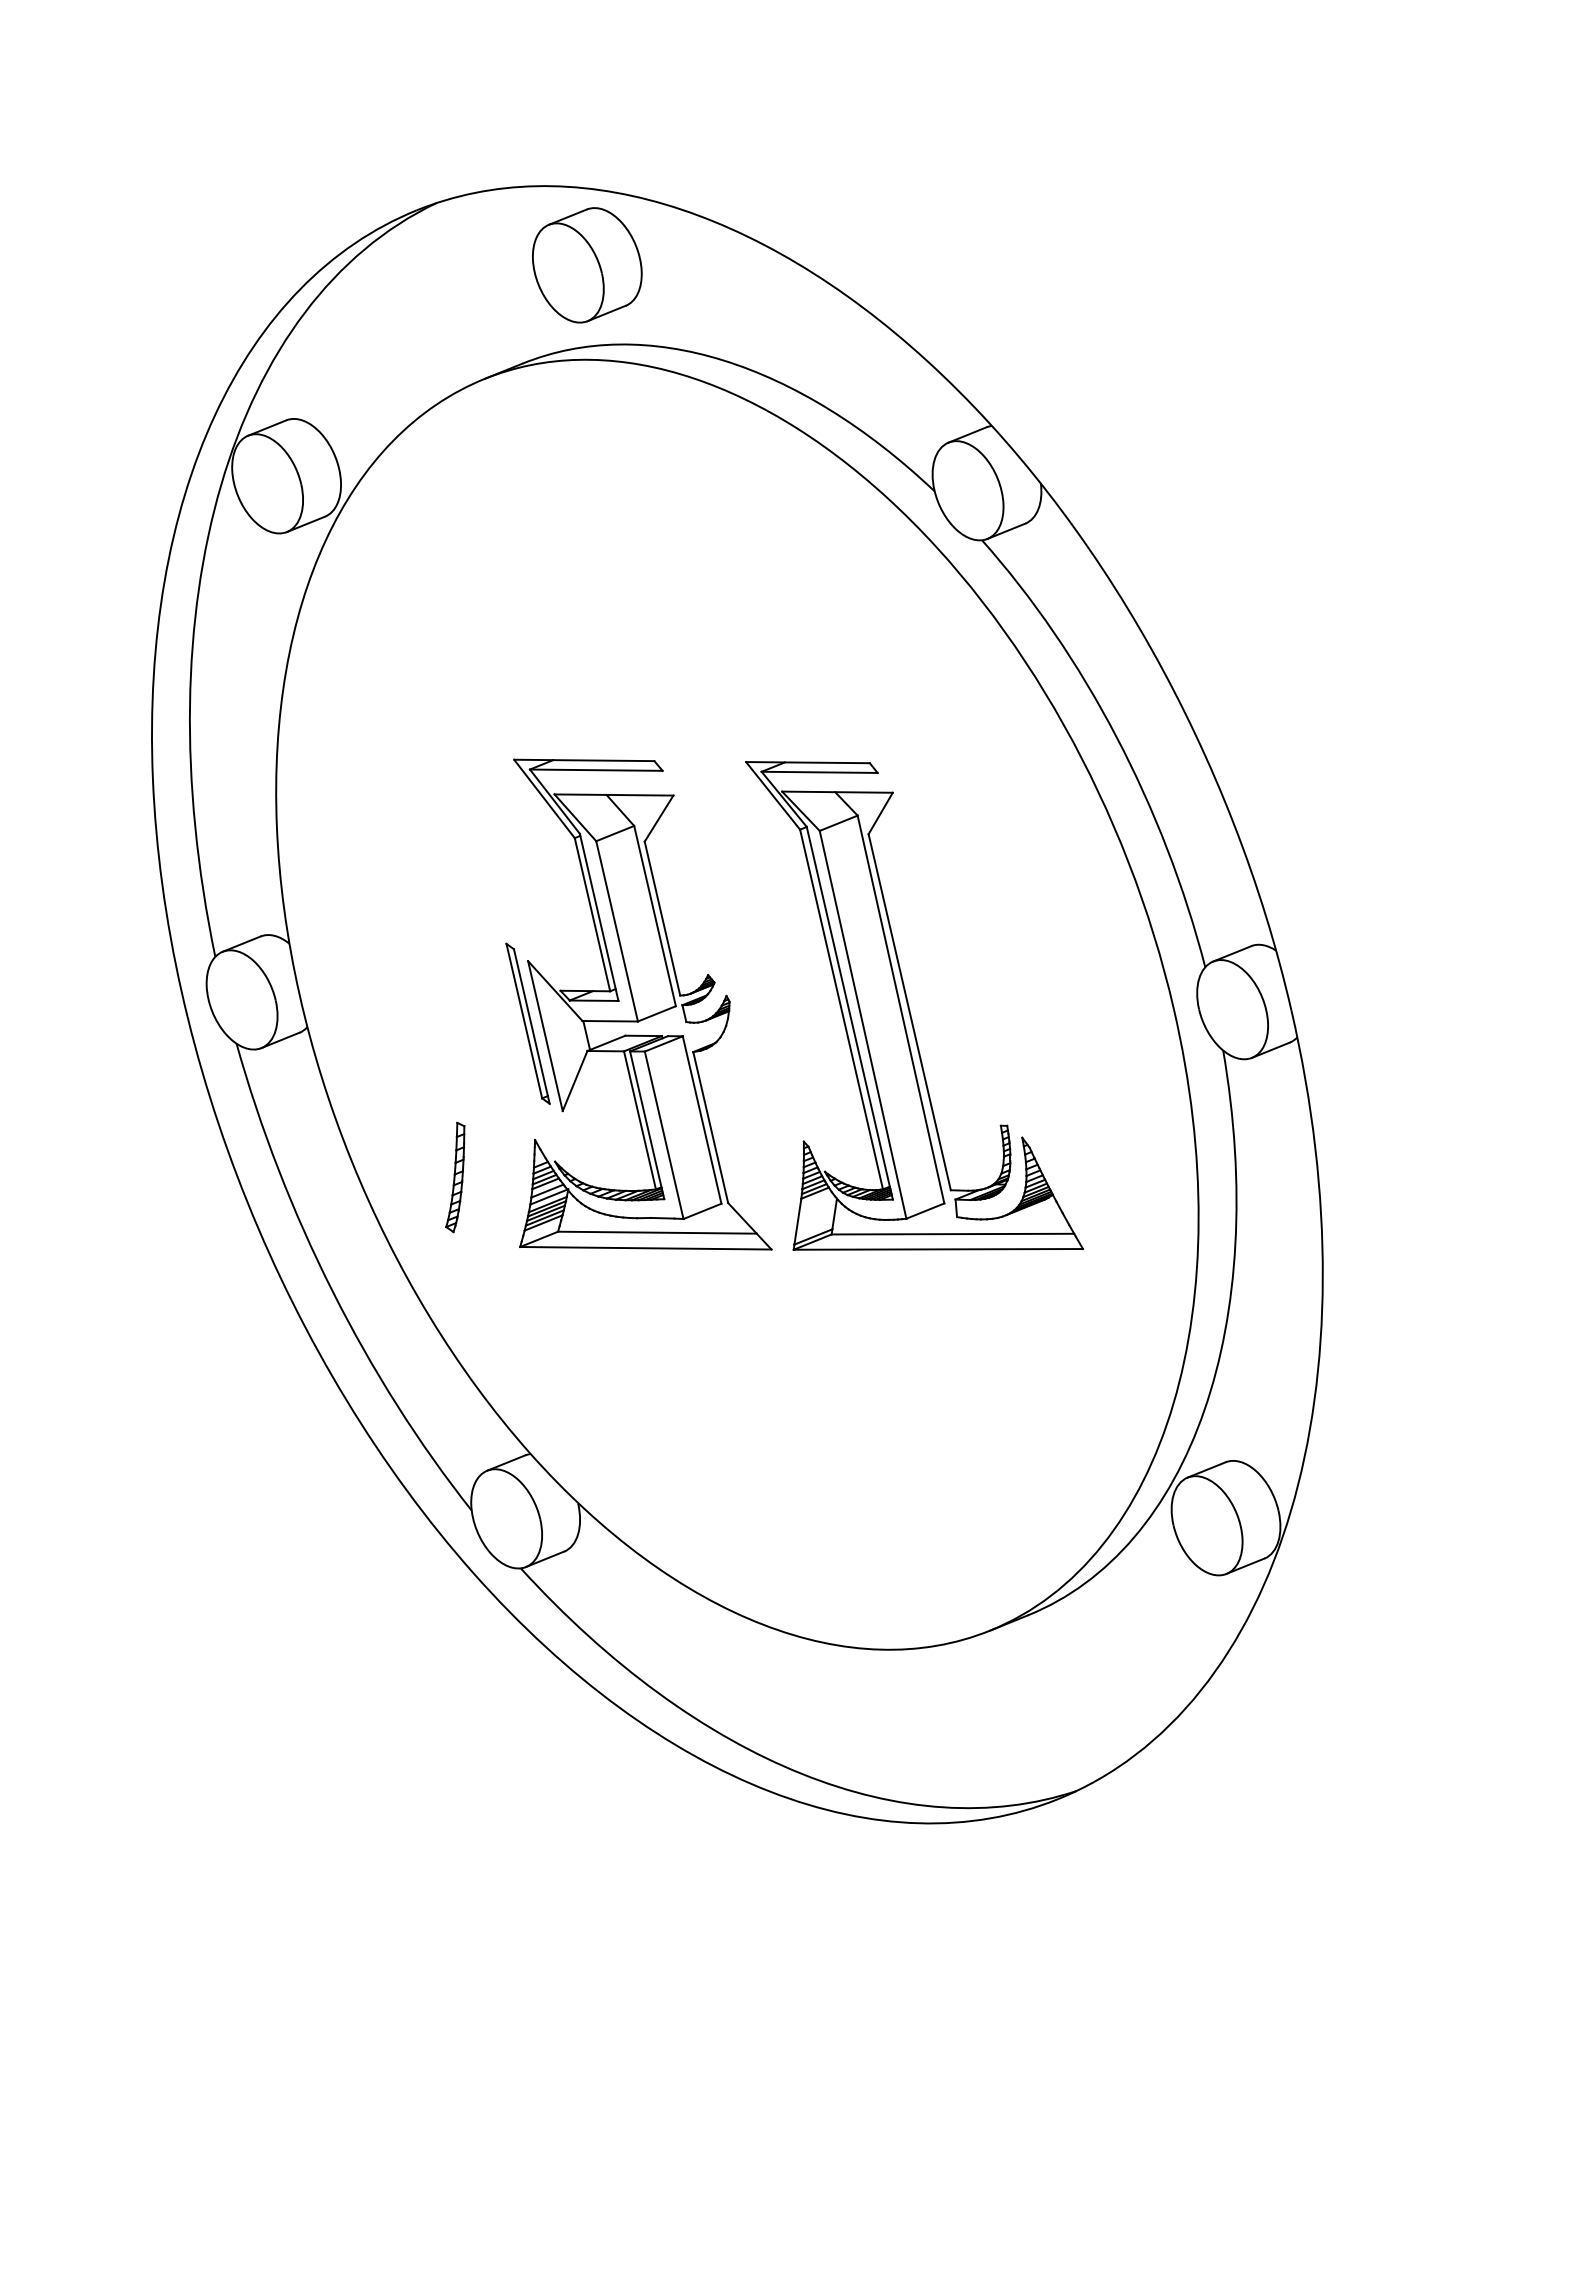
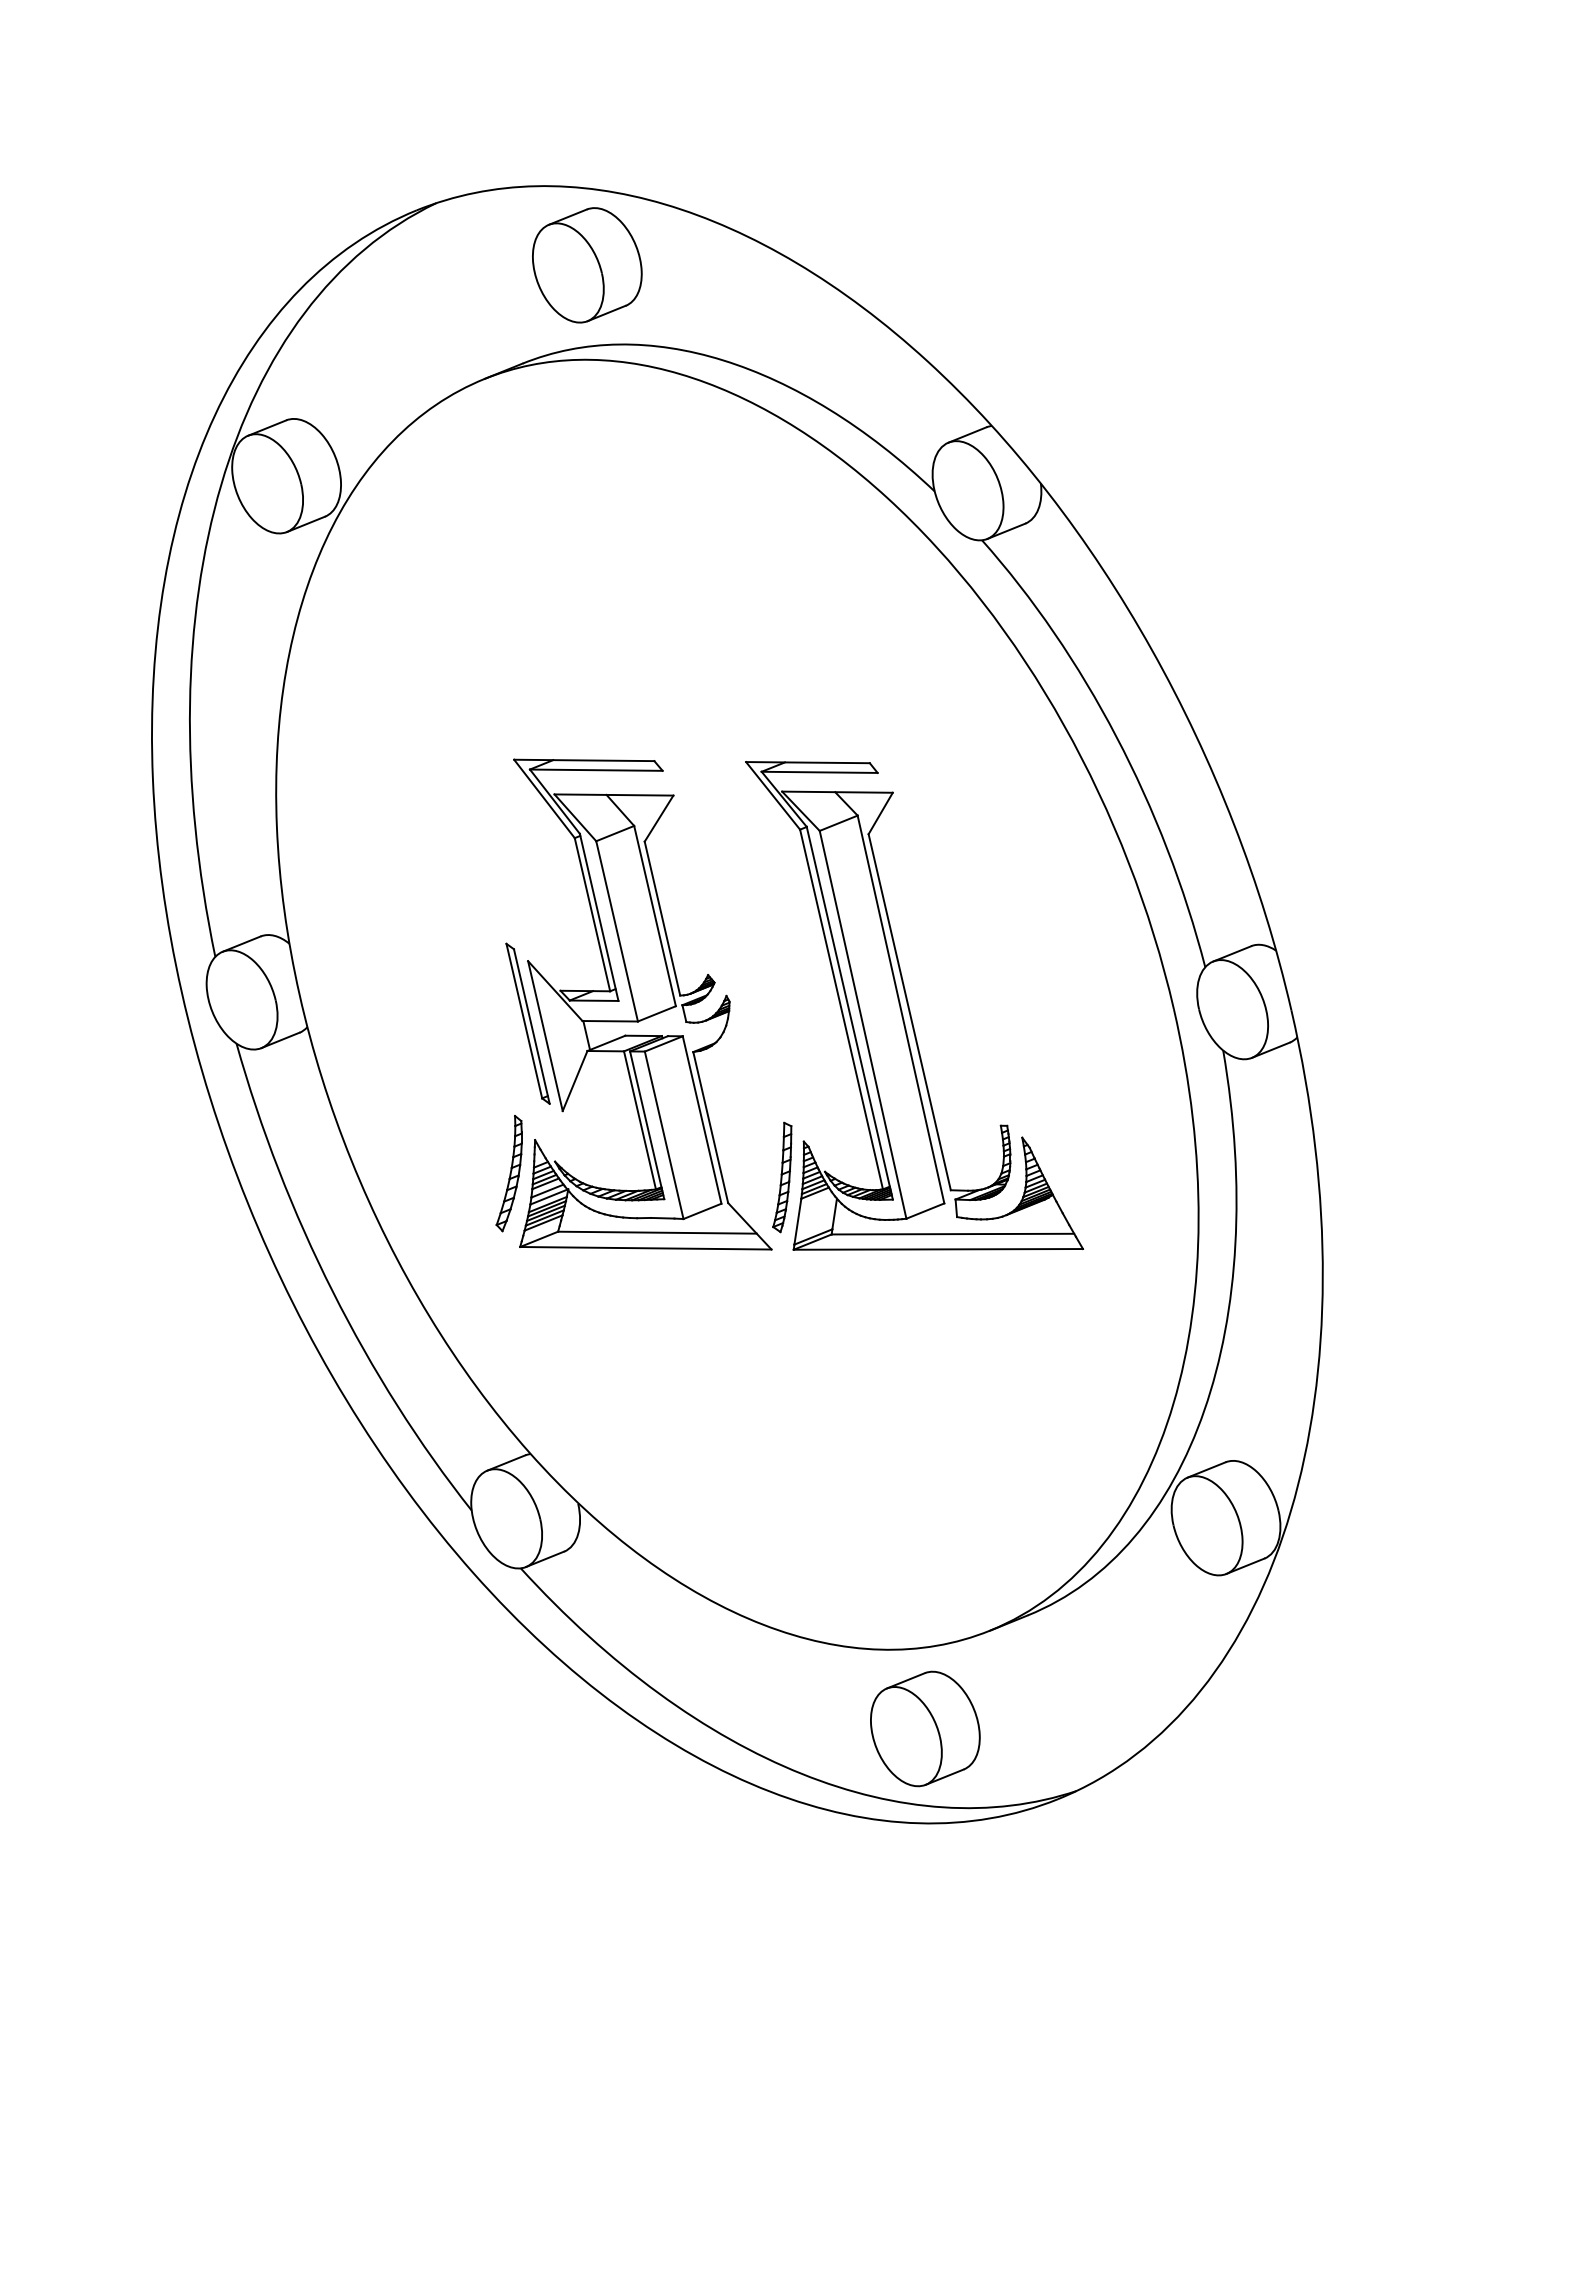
part at (508, 1173): none -> present
part at (455, 1177) position: (455, 1177) -> (782, 1177)
part at (925, 1728): none -> present
